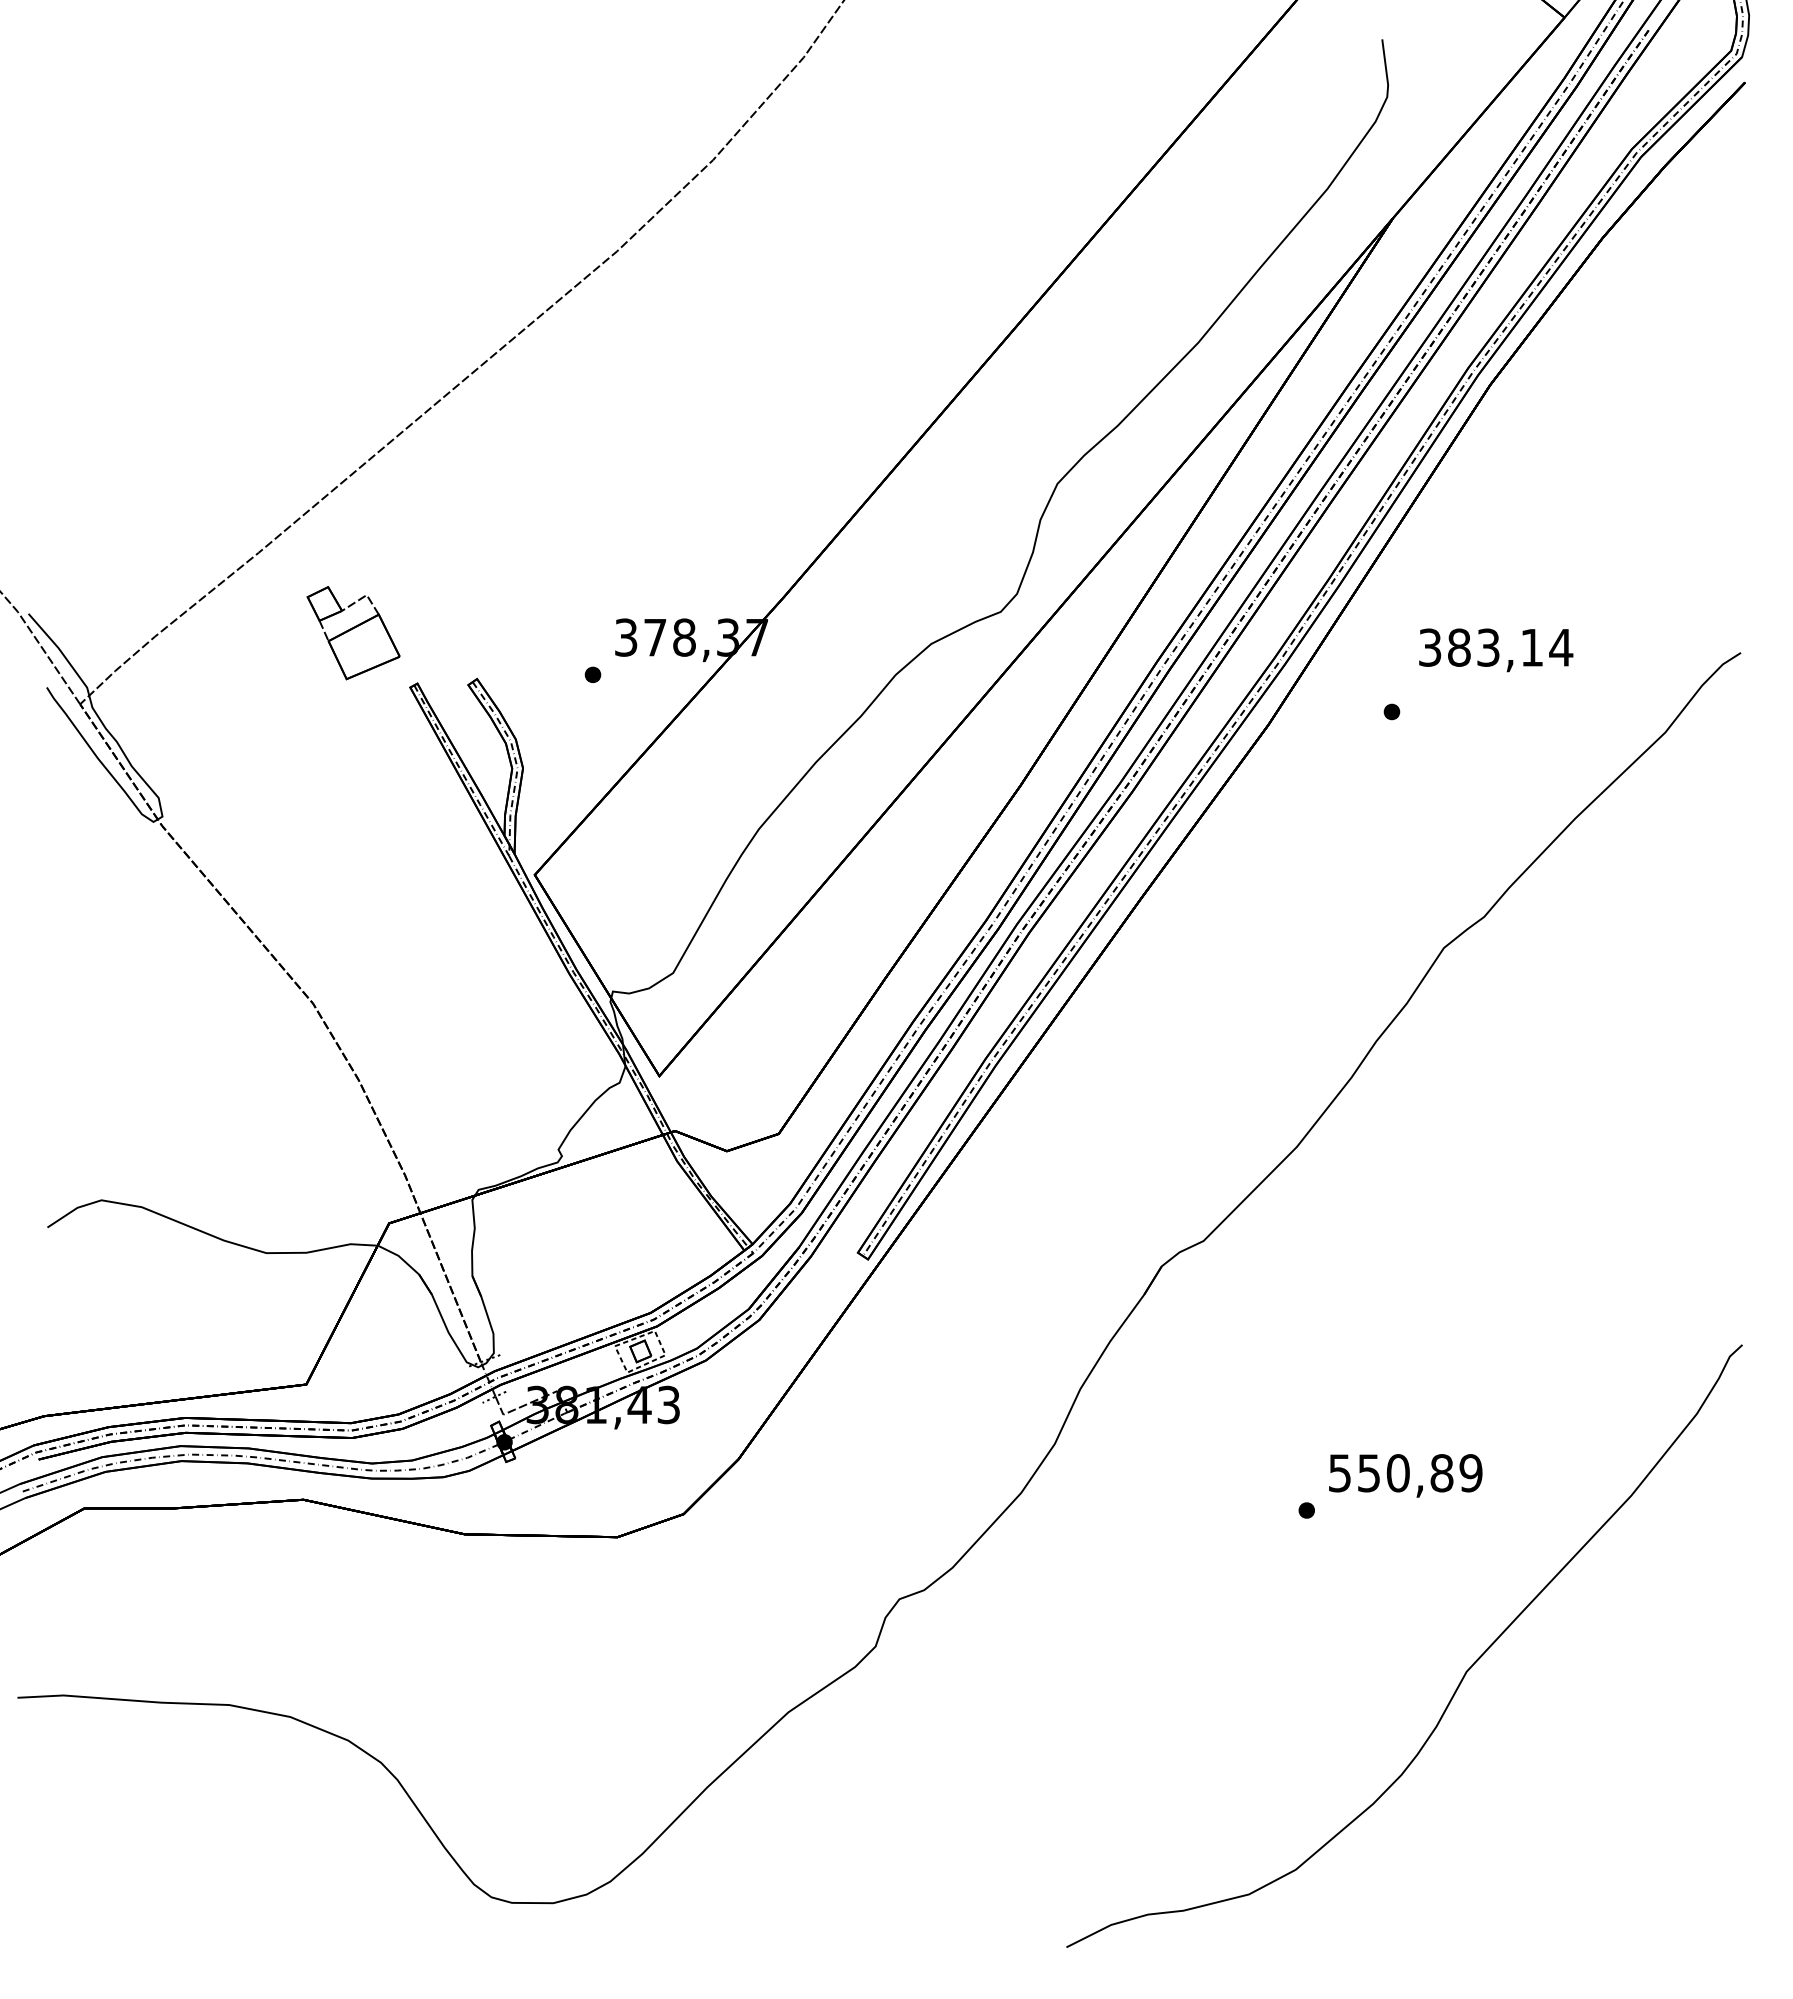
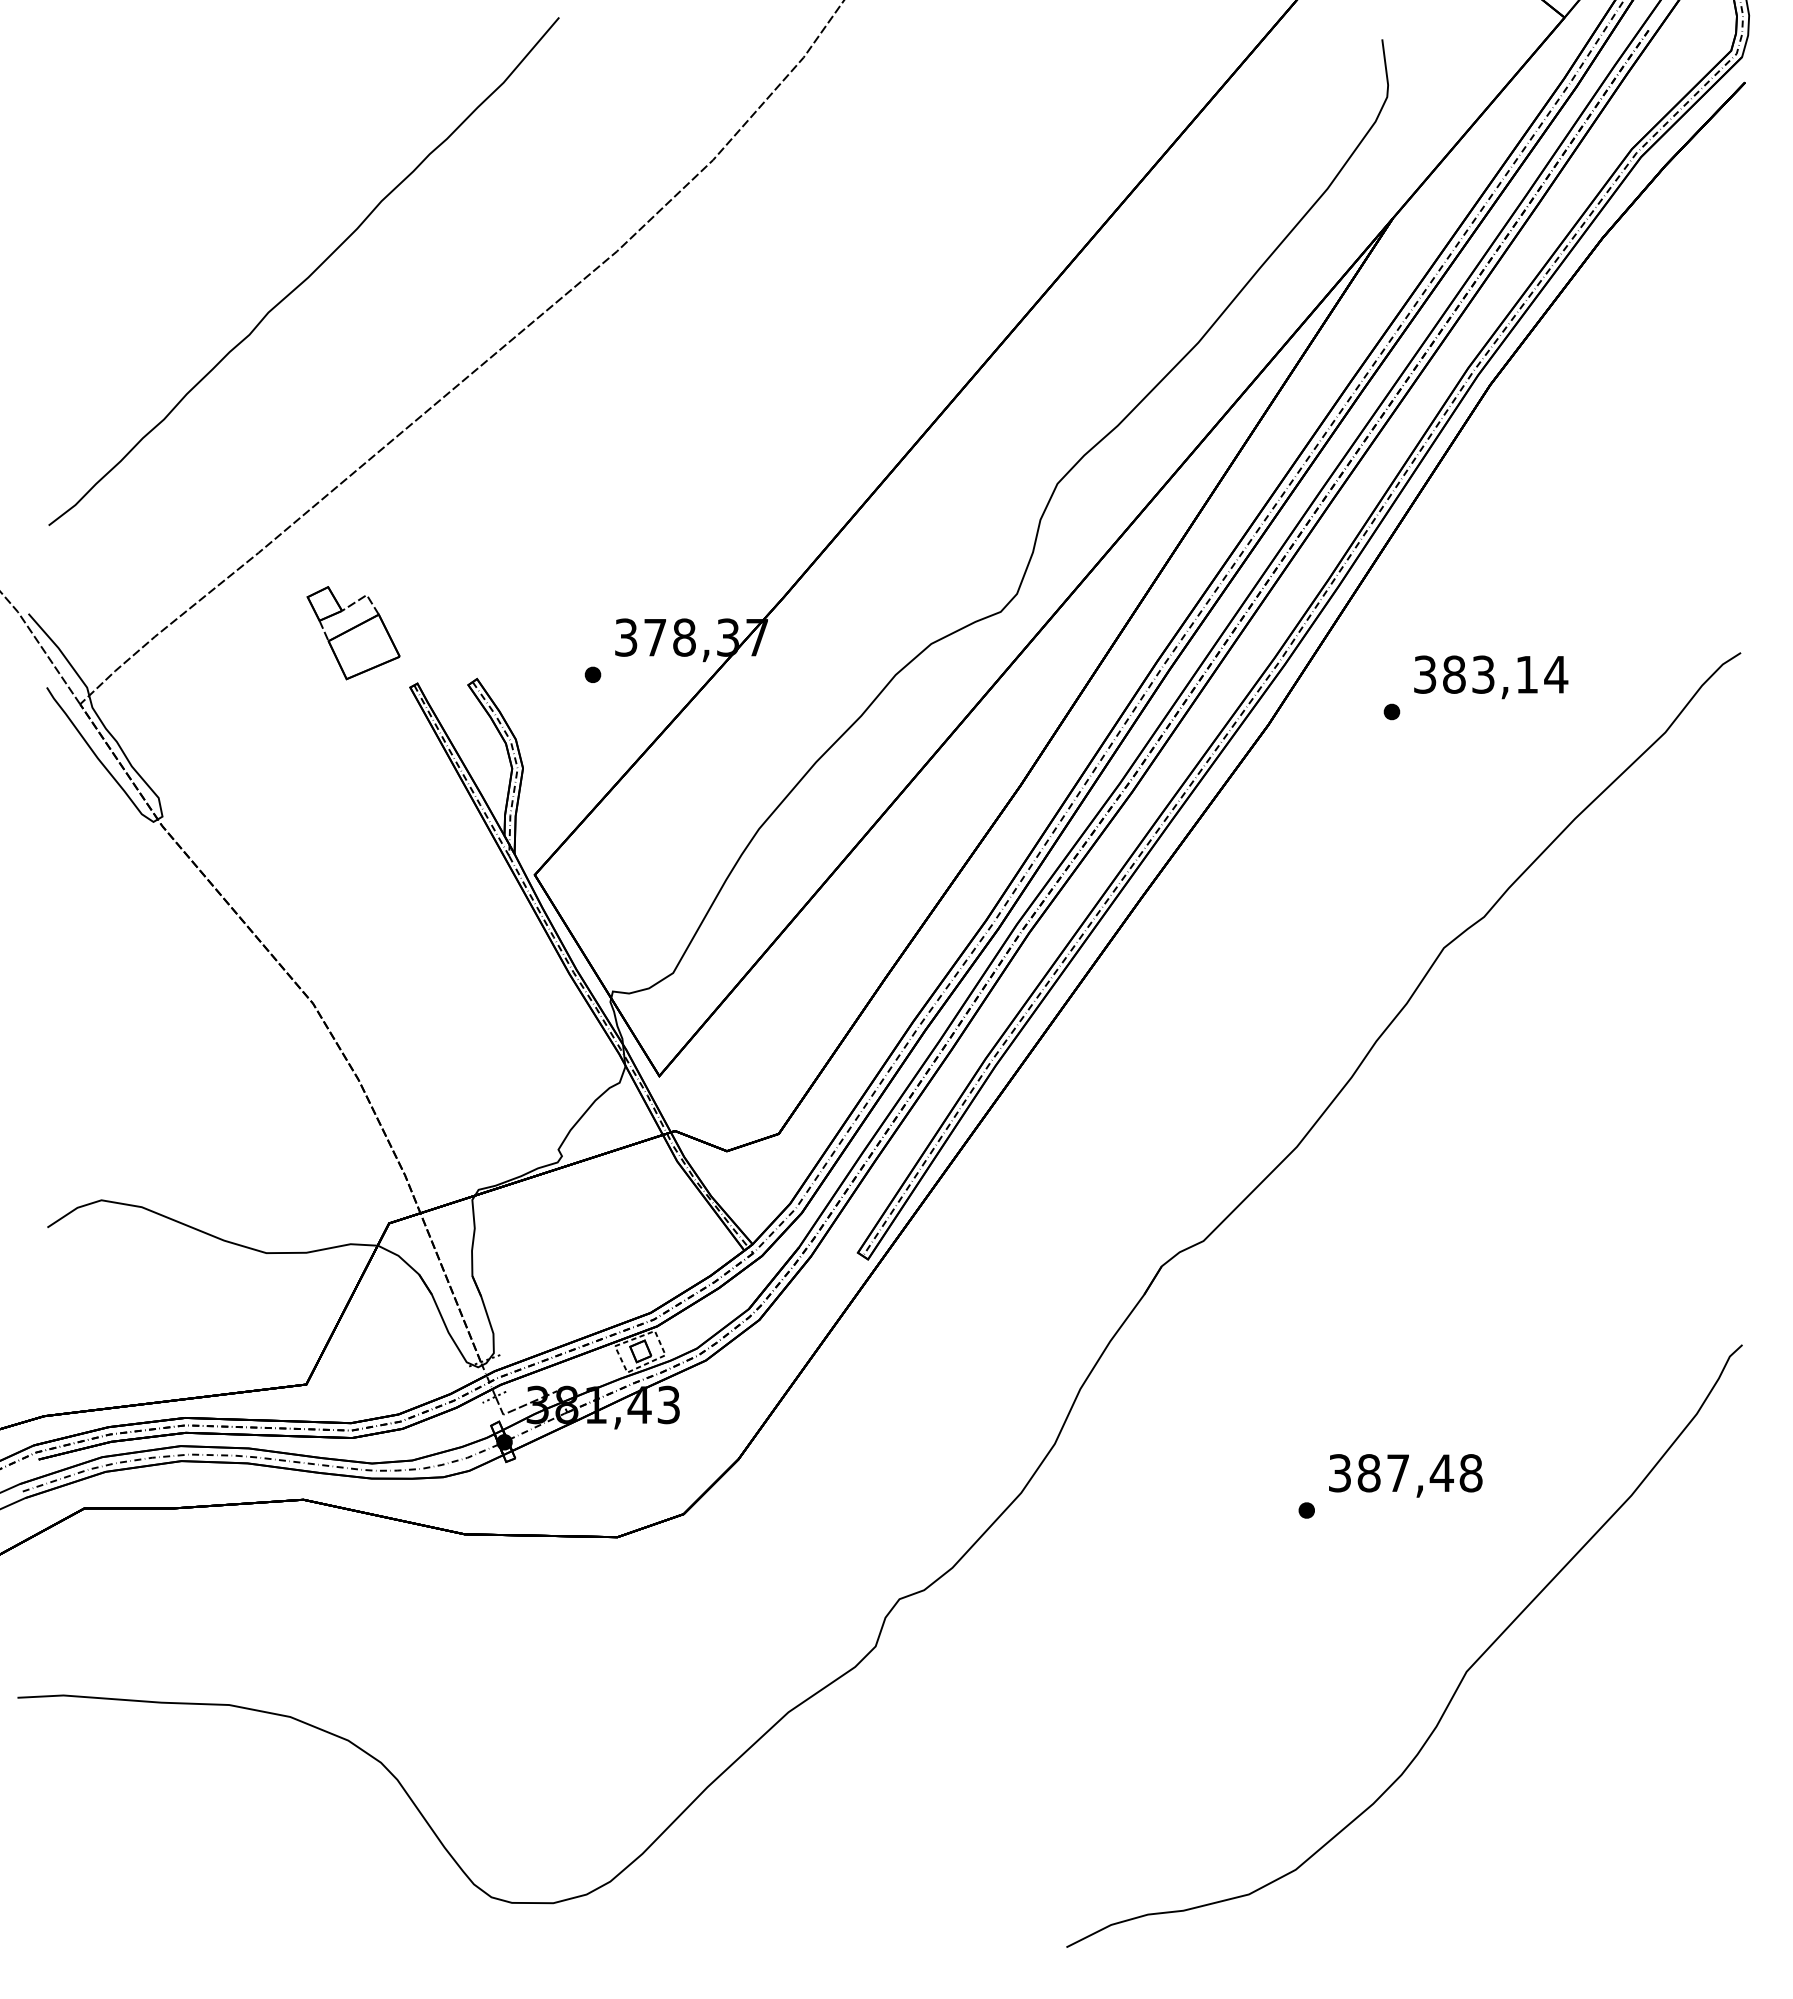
curve at (308, 275): none -> present
text at (1496, 650) position: (1496, 650) -> (1491, 677)
text at (1406, 1473): 550,89 -> 387,48
